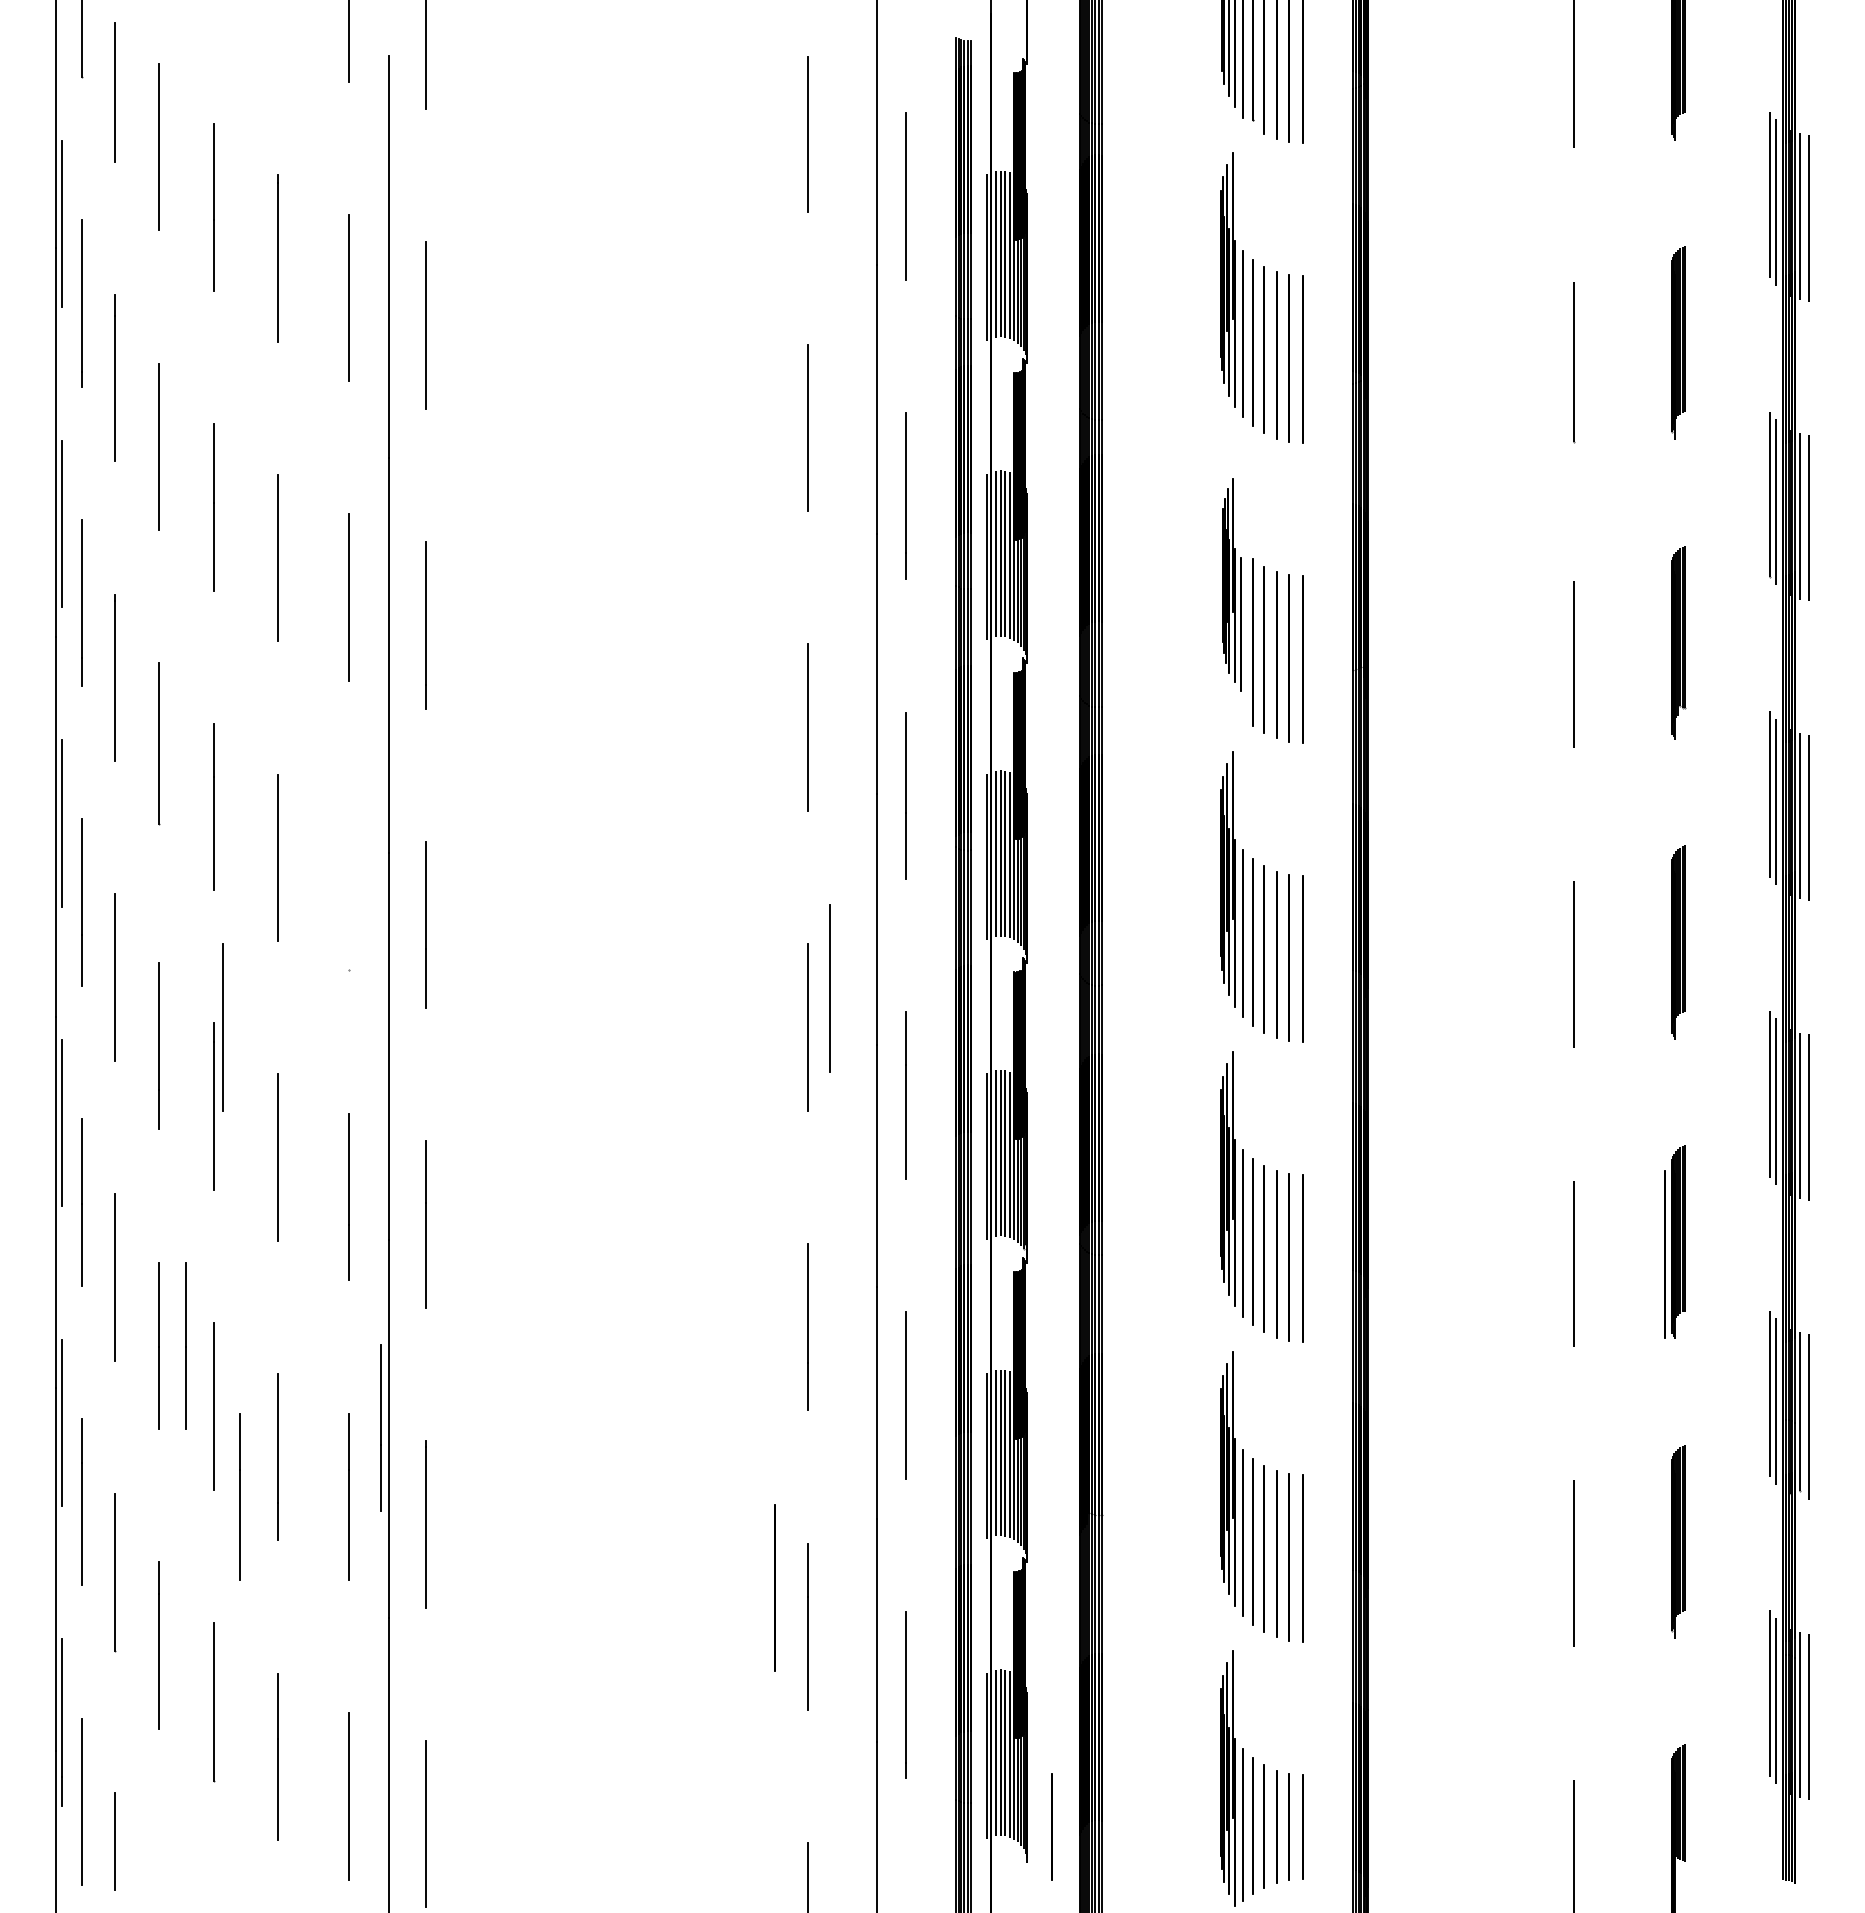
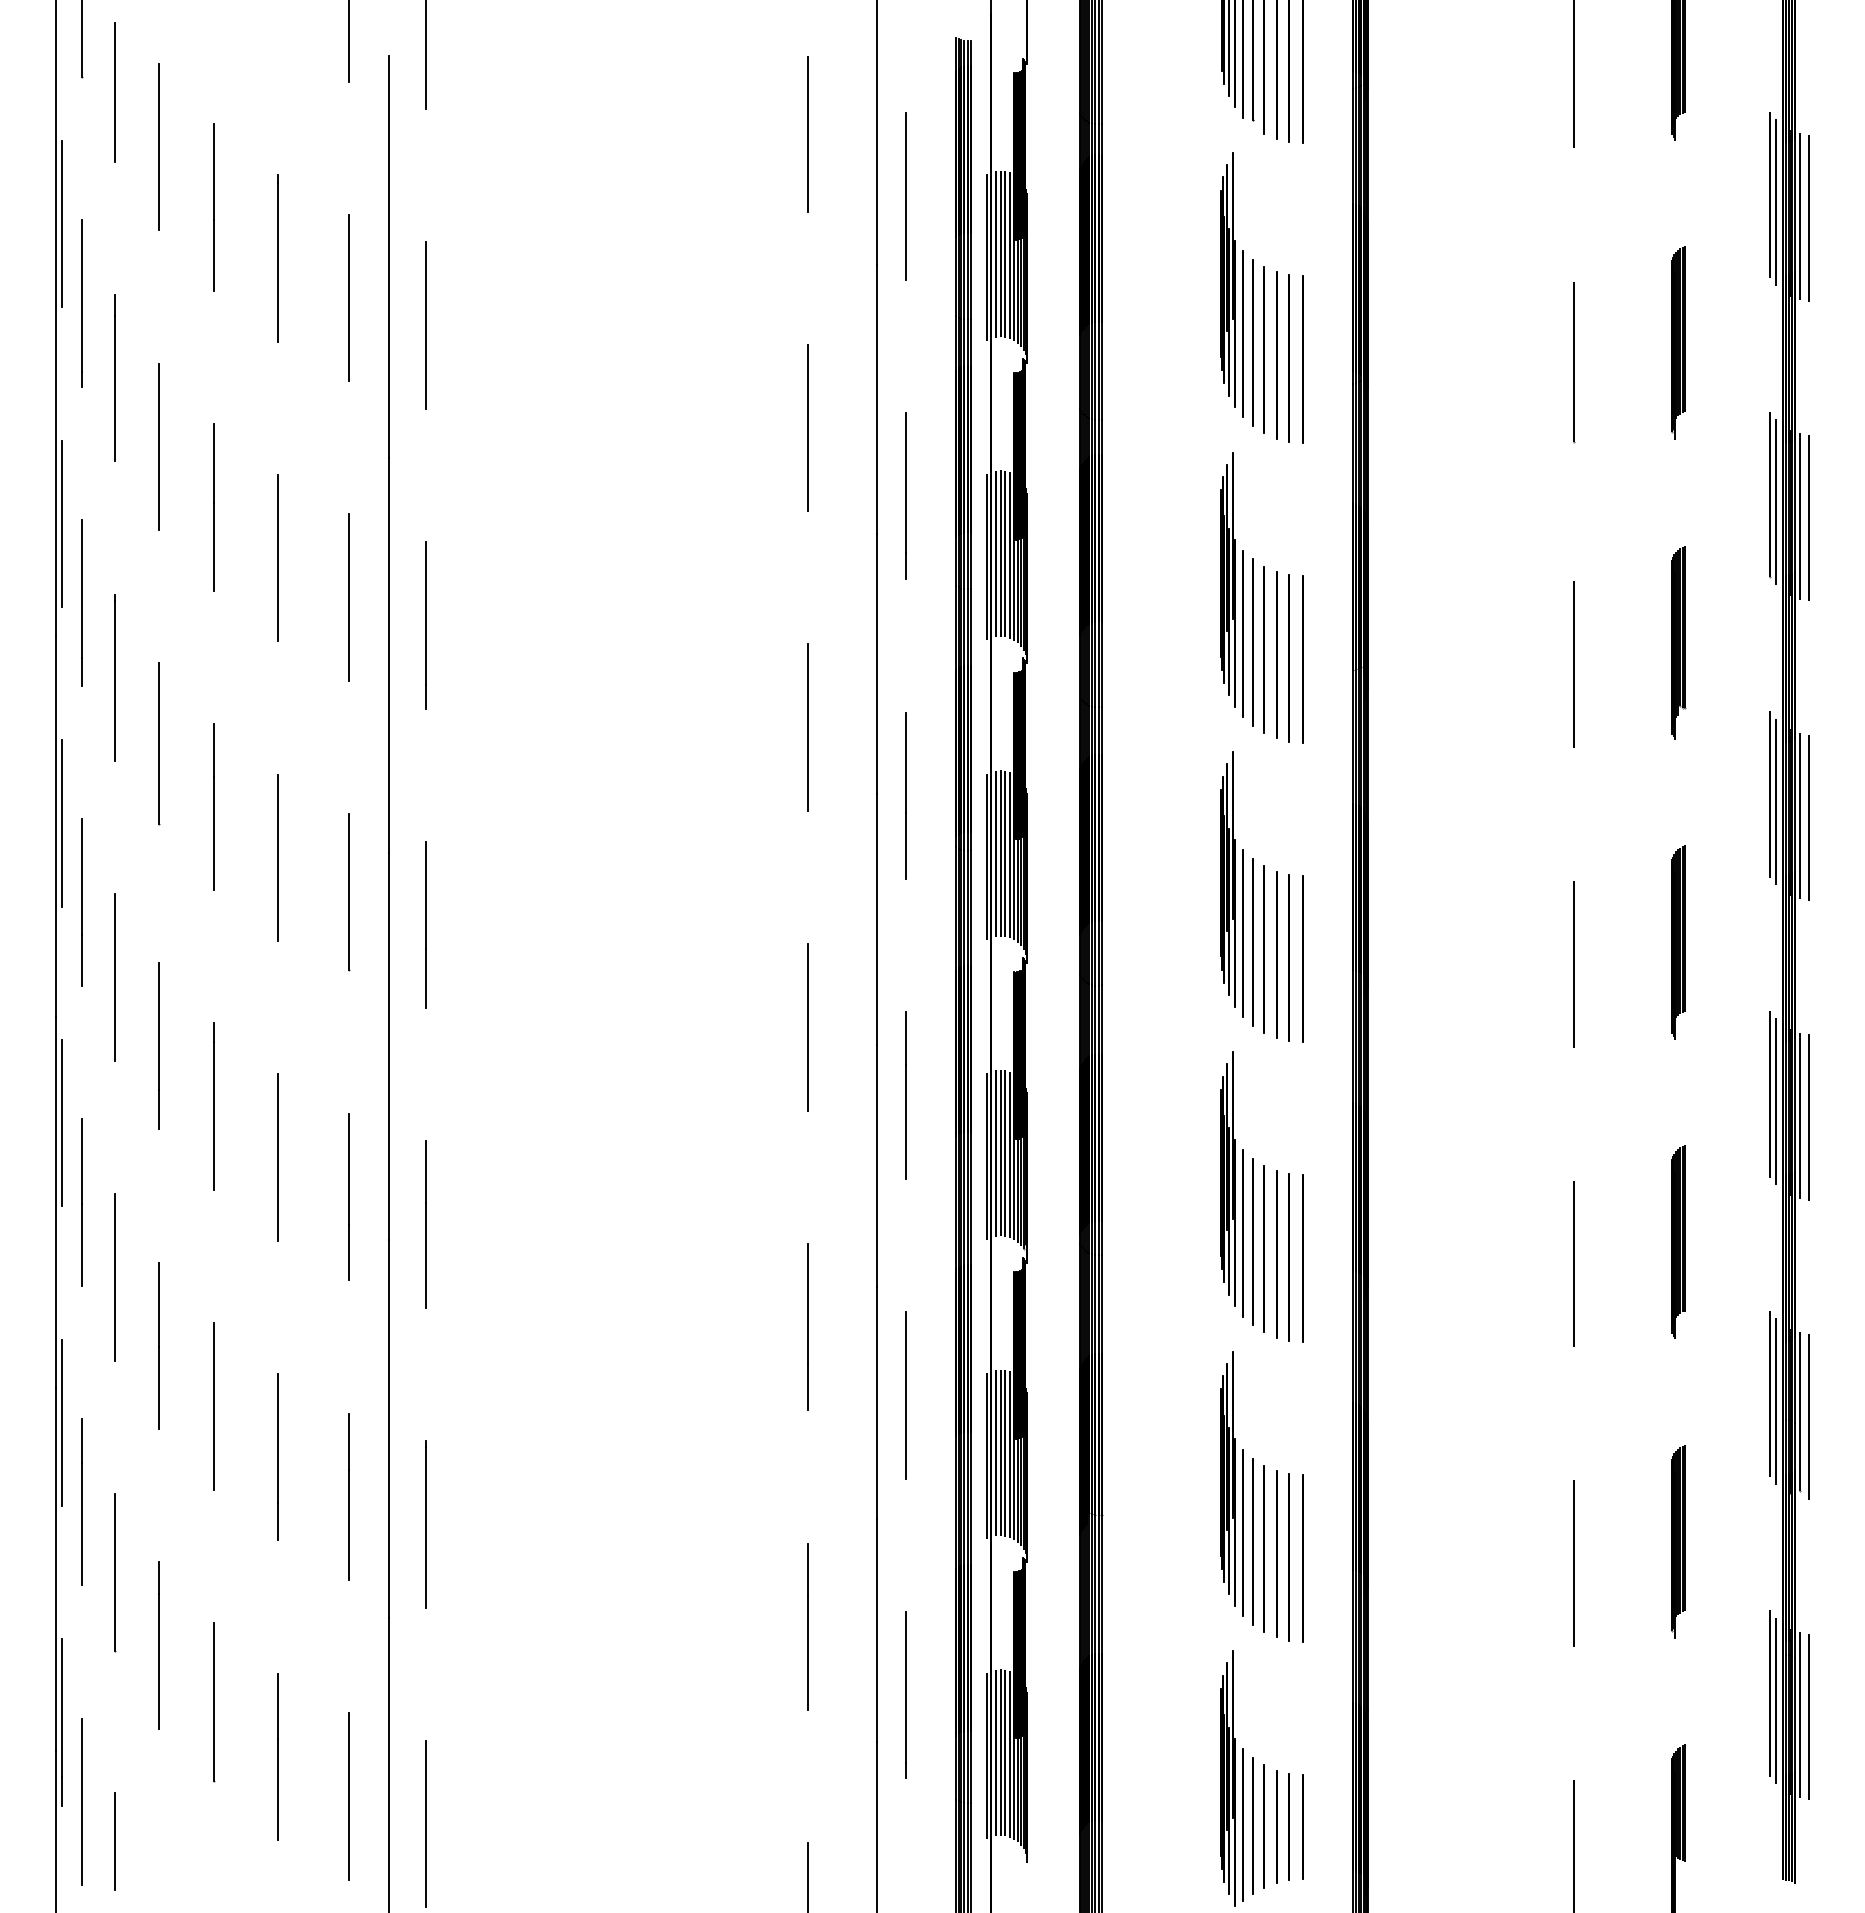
part at (1231, 584) size: 20x214 px -> 24x266 px
line at (349, 892): none -> present
line at (829, 988): present -> none
line at (222, 1027): present -> none
line at (1664, 1254): present -> none
line at (185, 1345): present -> none
line at (380, 1427): present -> none
line at (239, 1496): present -> none
line at (774, 1587): present -> none
line at (1051, 1826): present -> none
